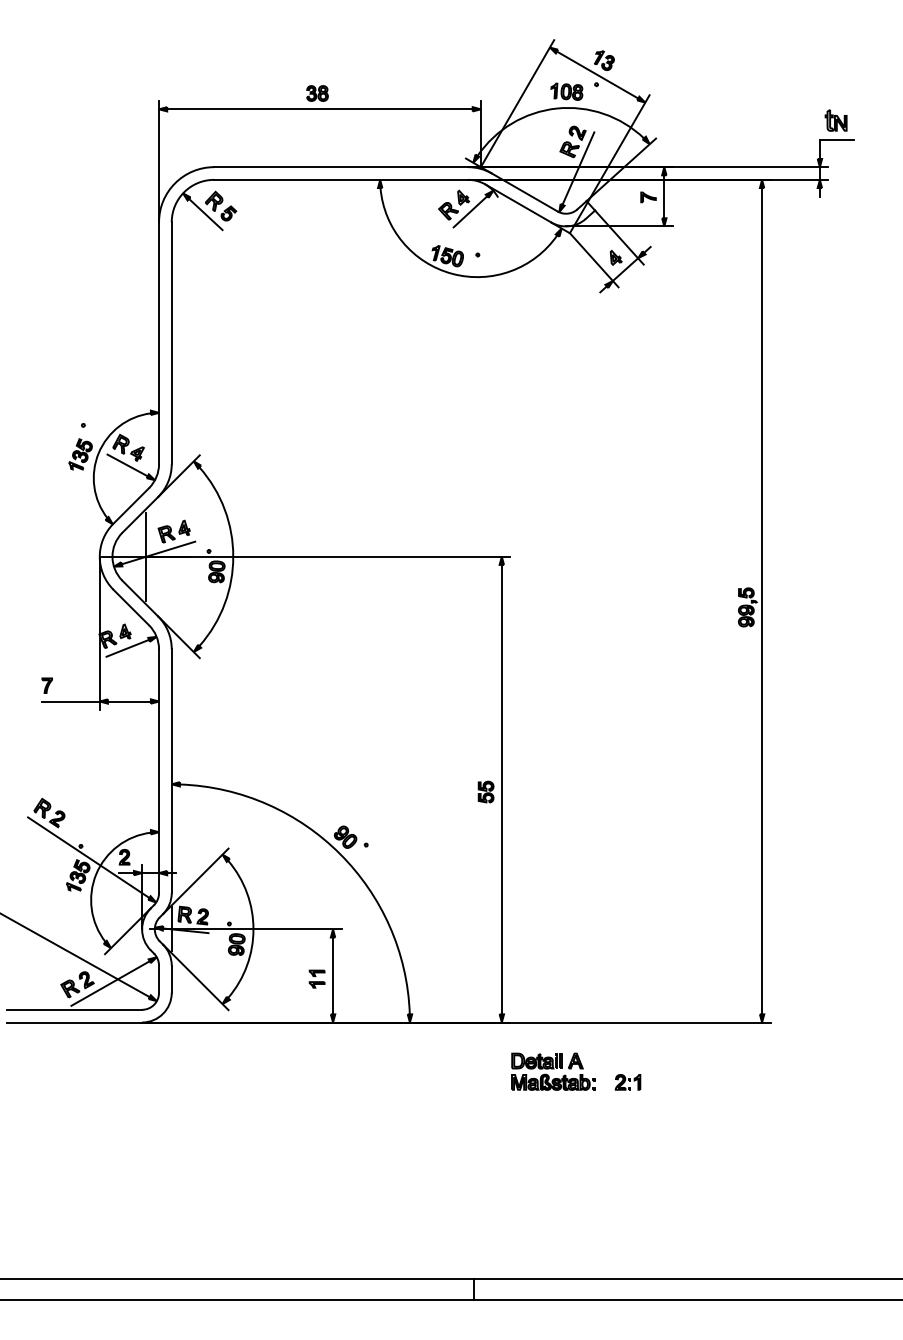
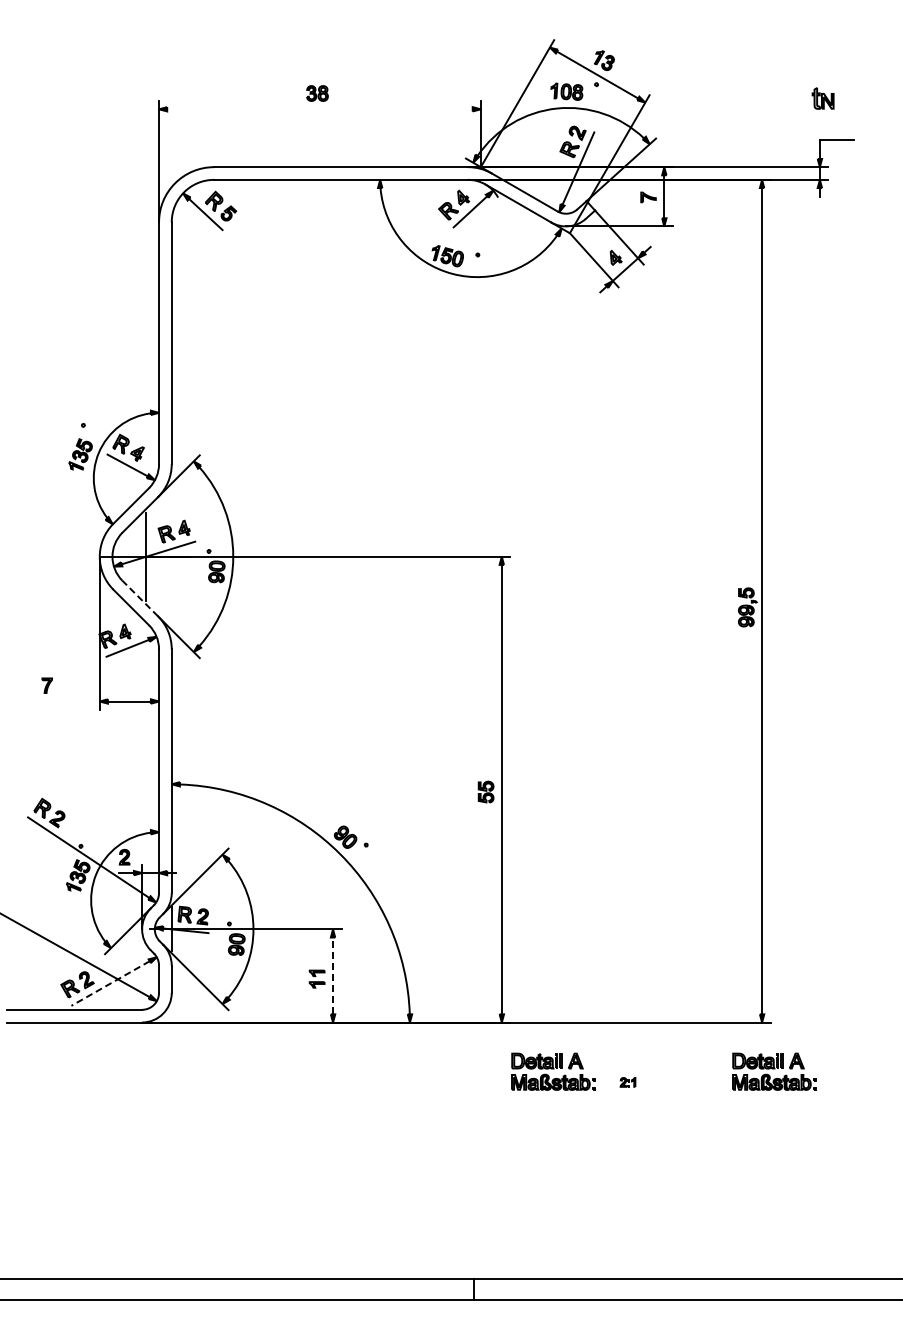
line at (319, 109): present -> none
part at (835, 120) position: (835, 120) -> (822, 98)
line at (139, 598): solid -> dashed
line at (70, 701): present -> none
line at (333, 975): solid -> dashed
line at (110, 983): solid -> dashed
part at (774, 1071): none -> present
part at (627, 1082) size: 28x17 px -> 18x11 px
